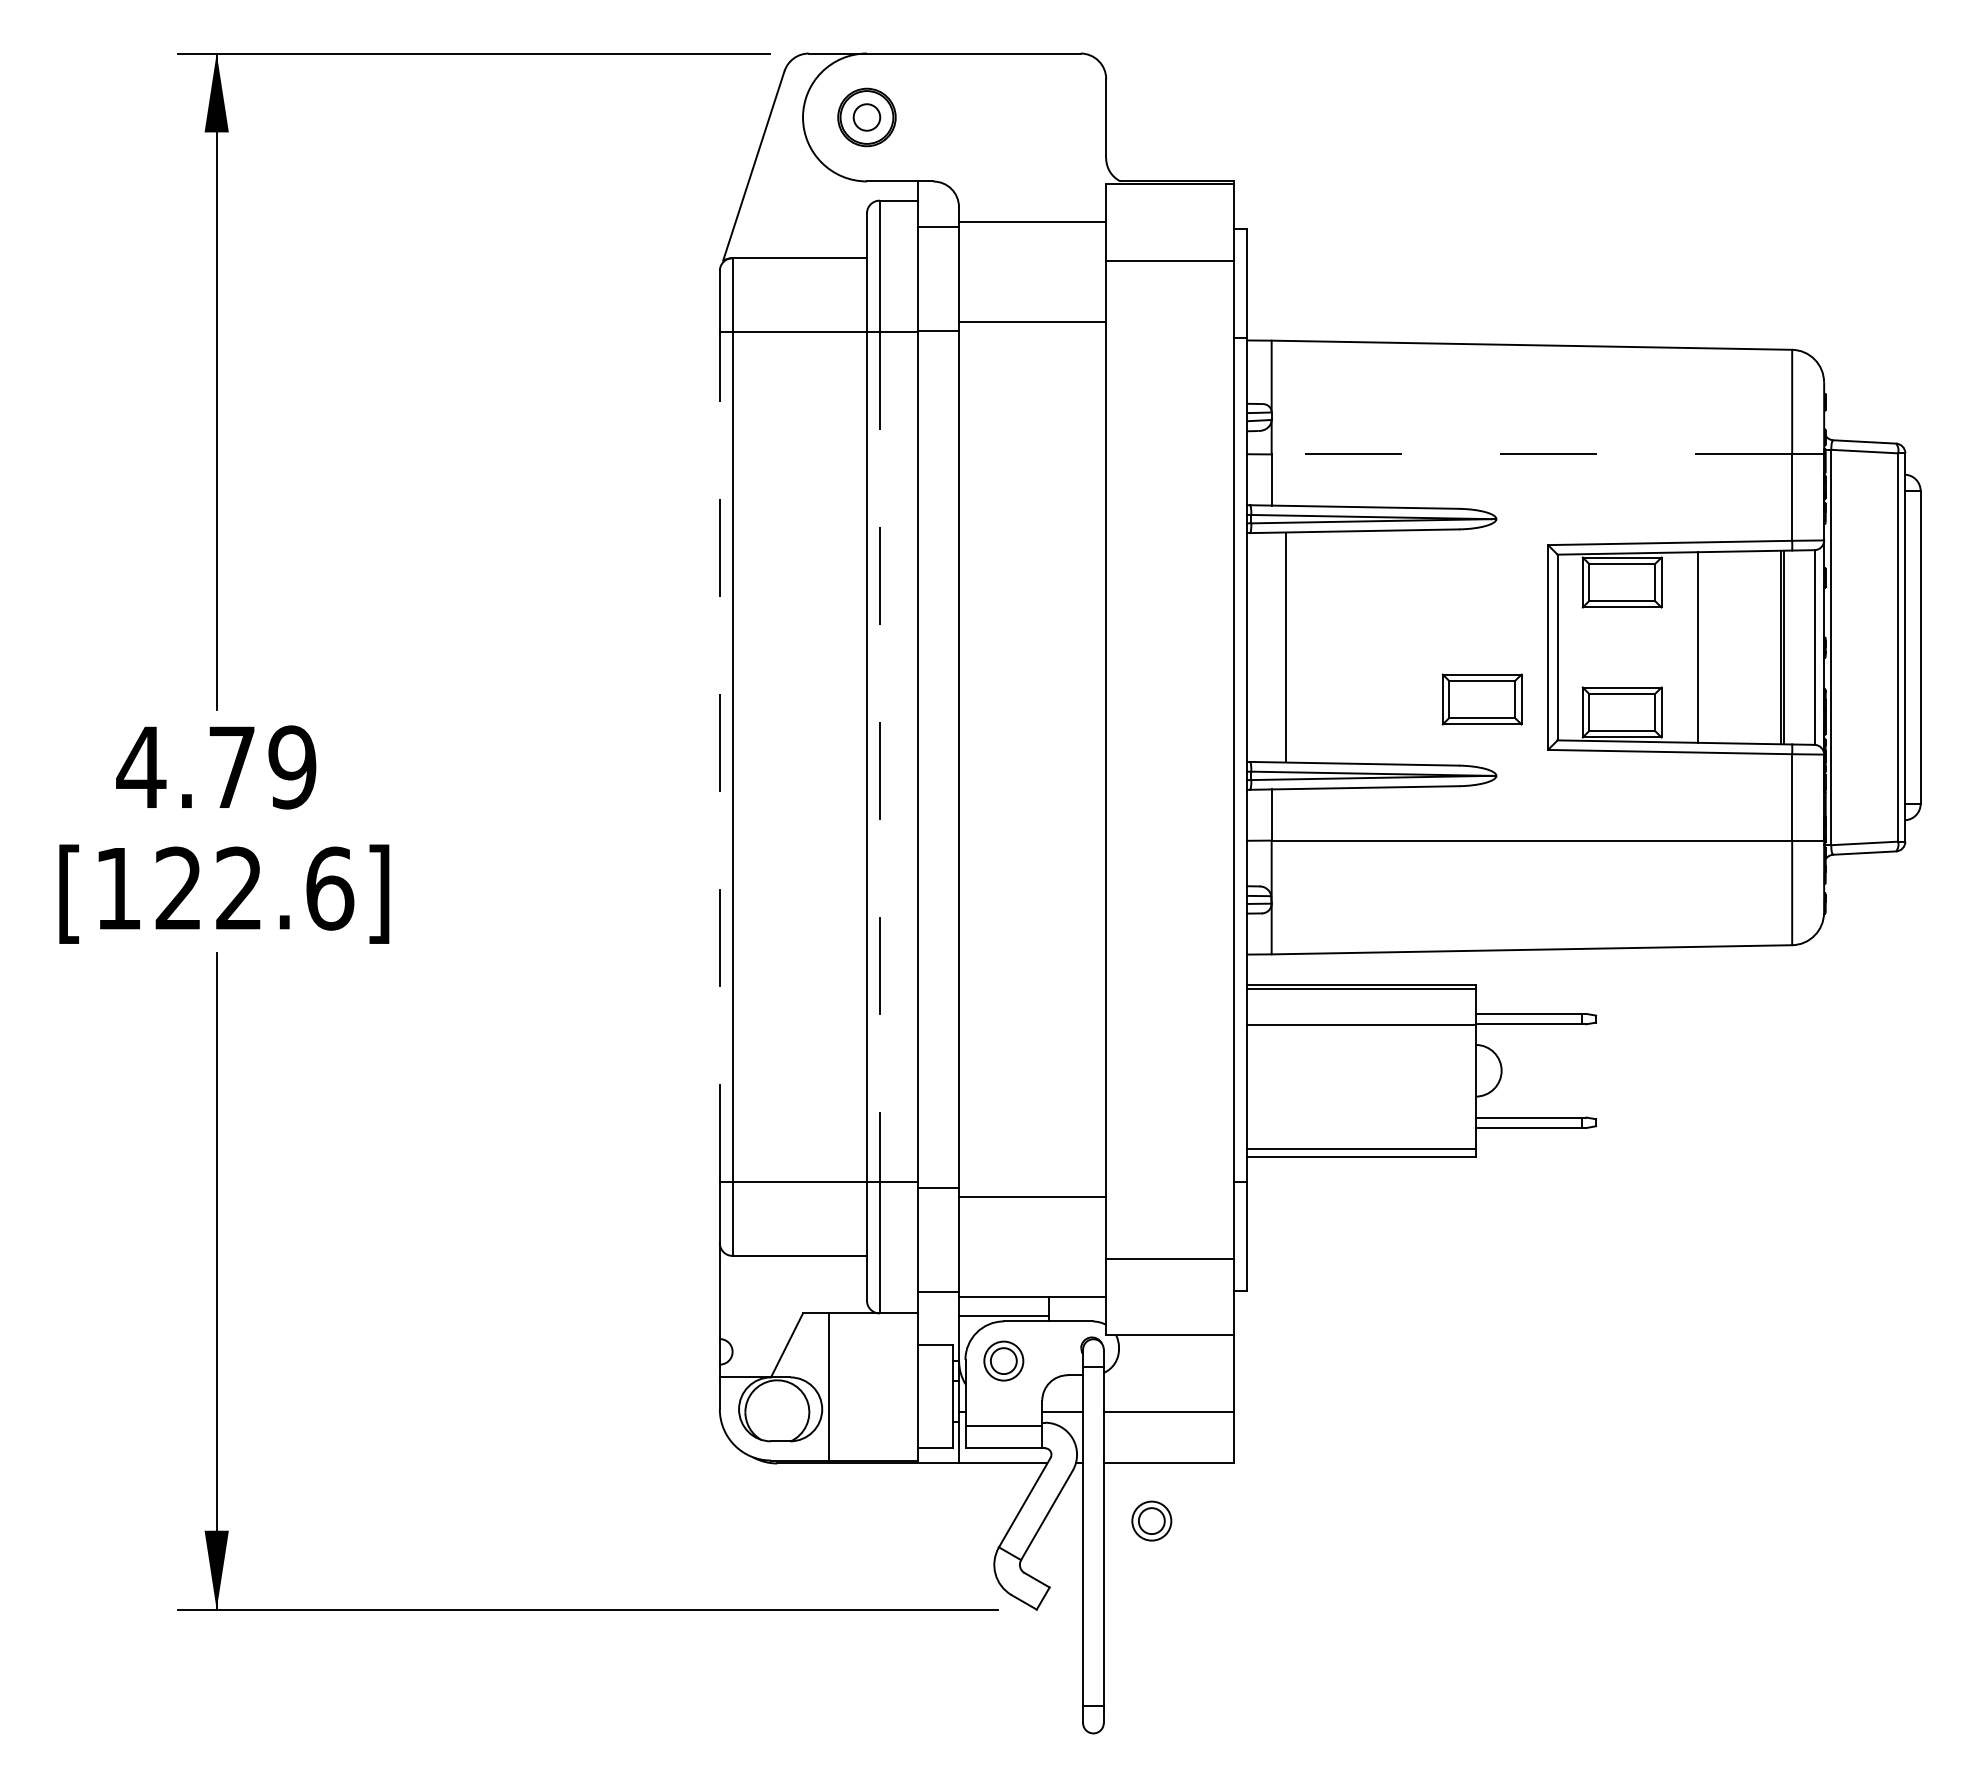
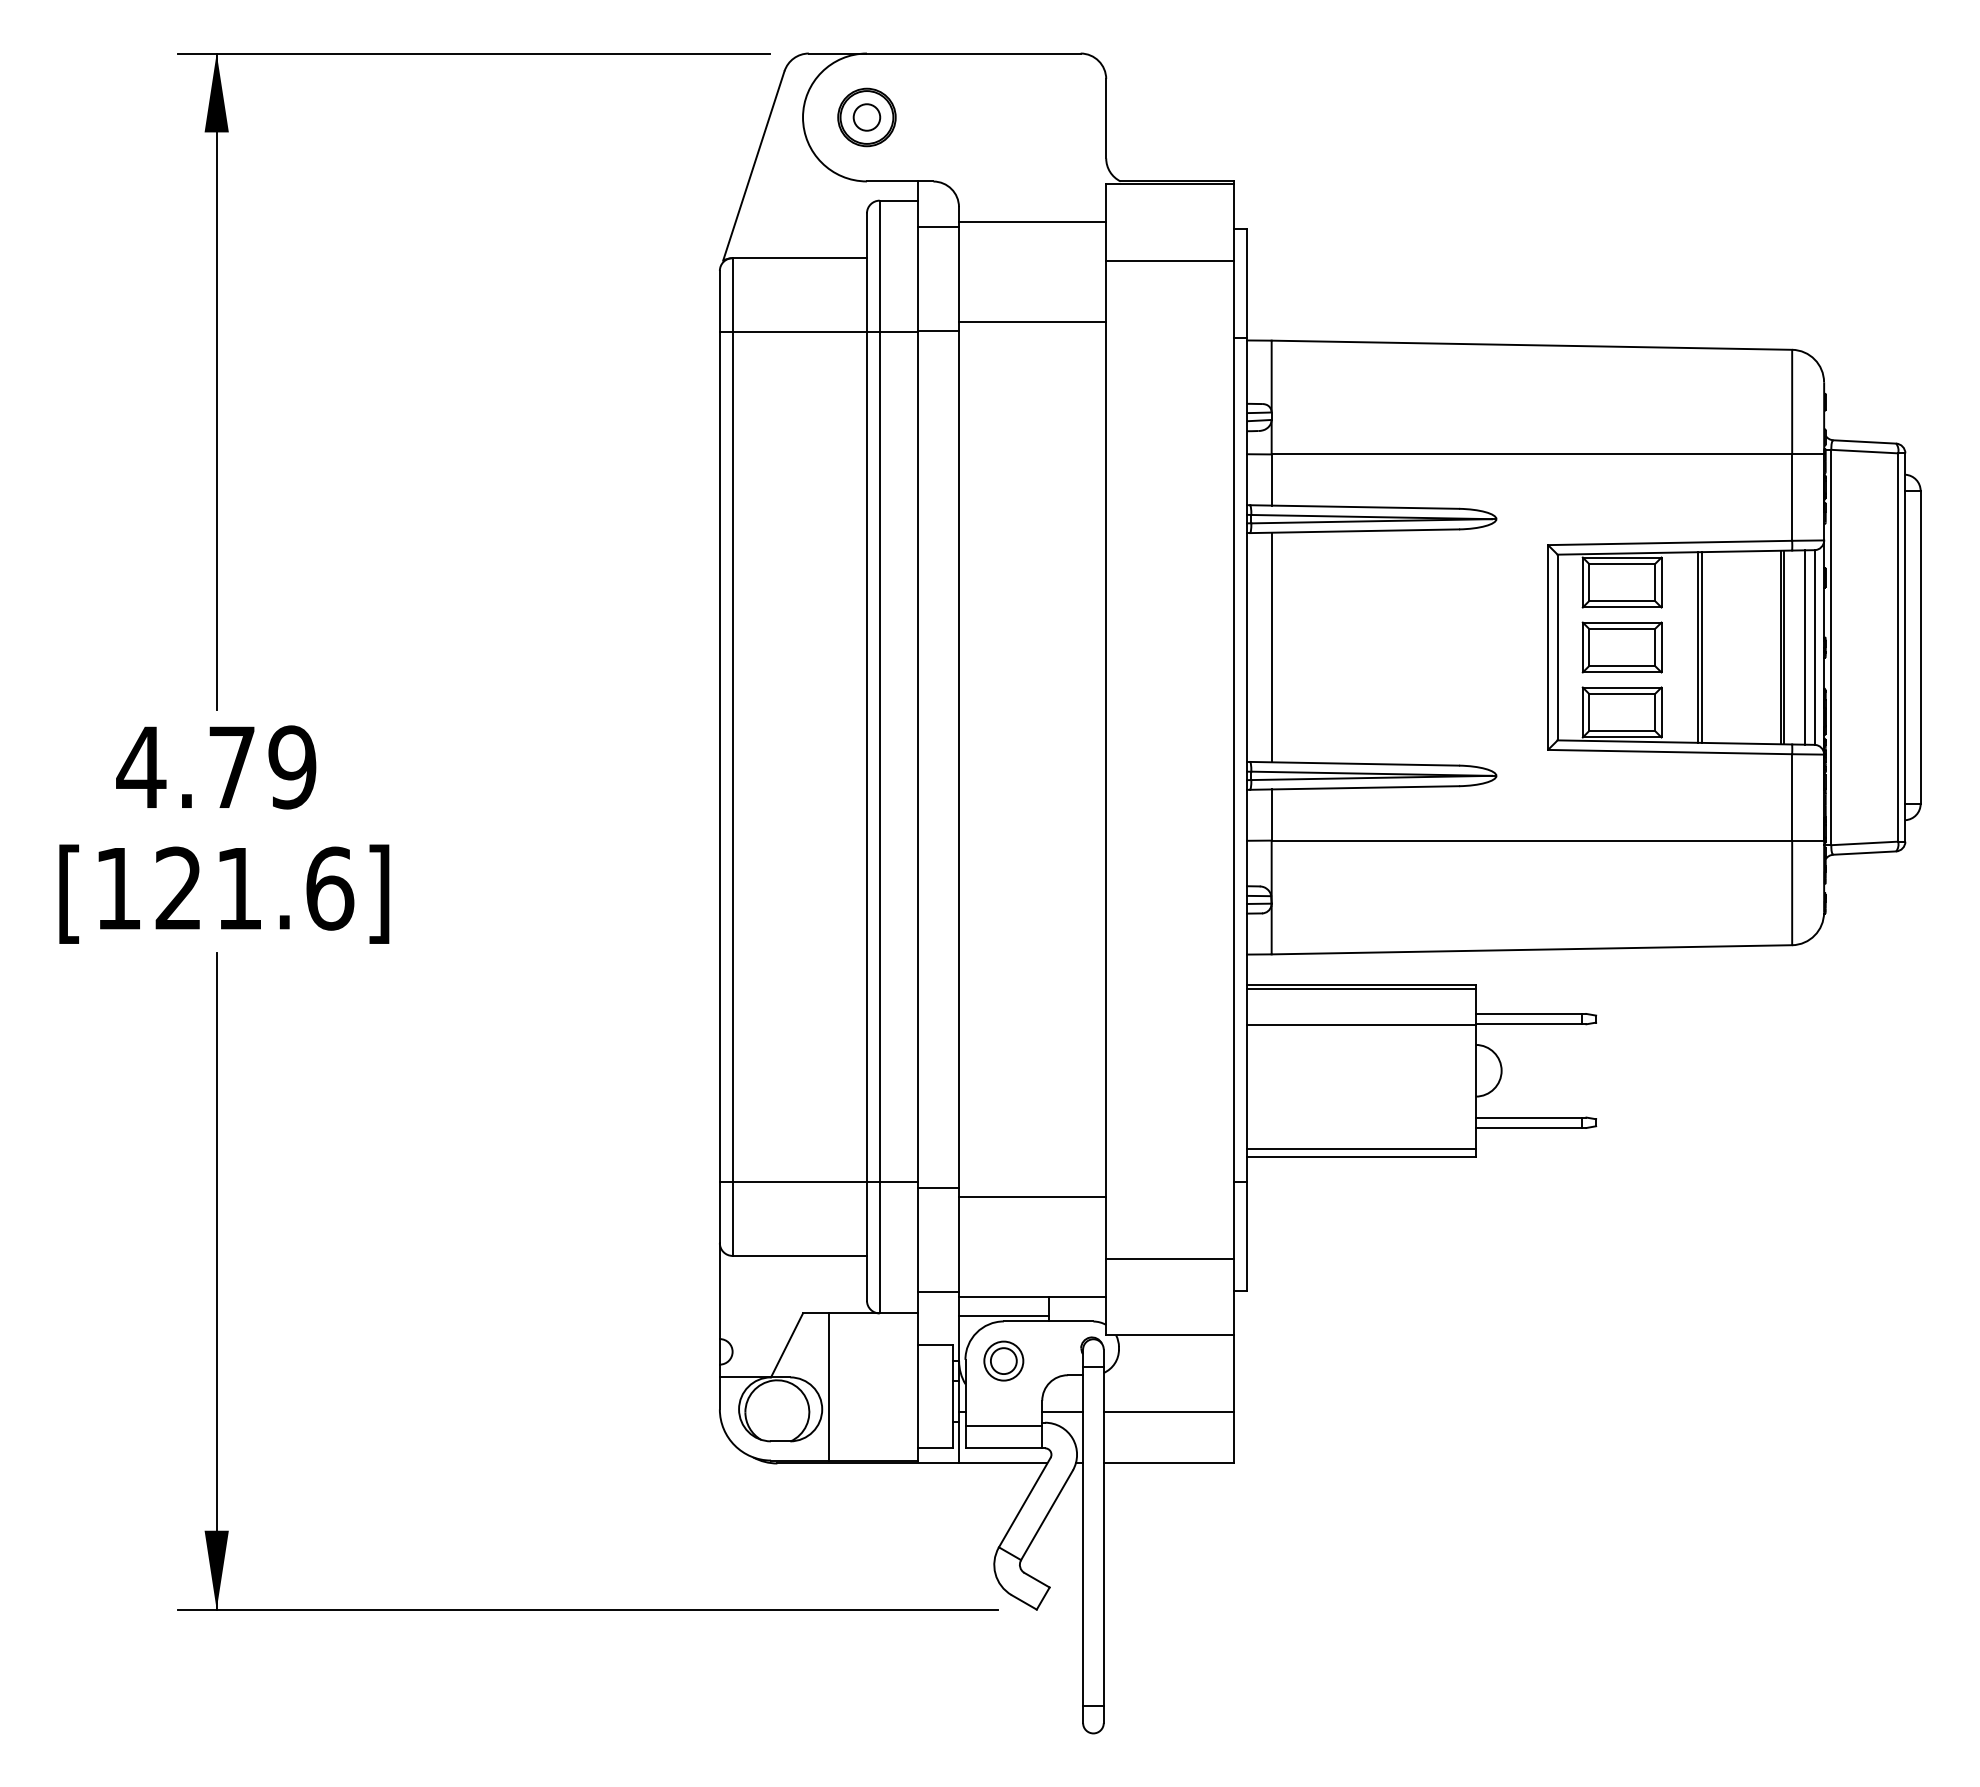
line at (1531, 454): dashed -> solid
line at (1285, 647) position: (1285, 647) -> (1271, 647)
line at (1701, 647): none -> present
line at (1804, 647): none -> present
part at (1481, 699) position: (1481, 699) -> (1621, 647)
line at (719, 757): dashed -> solid
line at (879, 757): dashed -> solid
text at (238, 887): [122.6] -> [121.6]
part at (1151, 1520): present -> none
